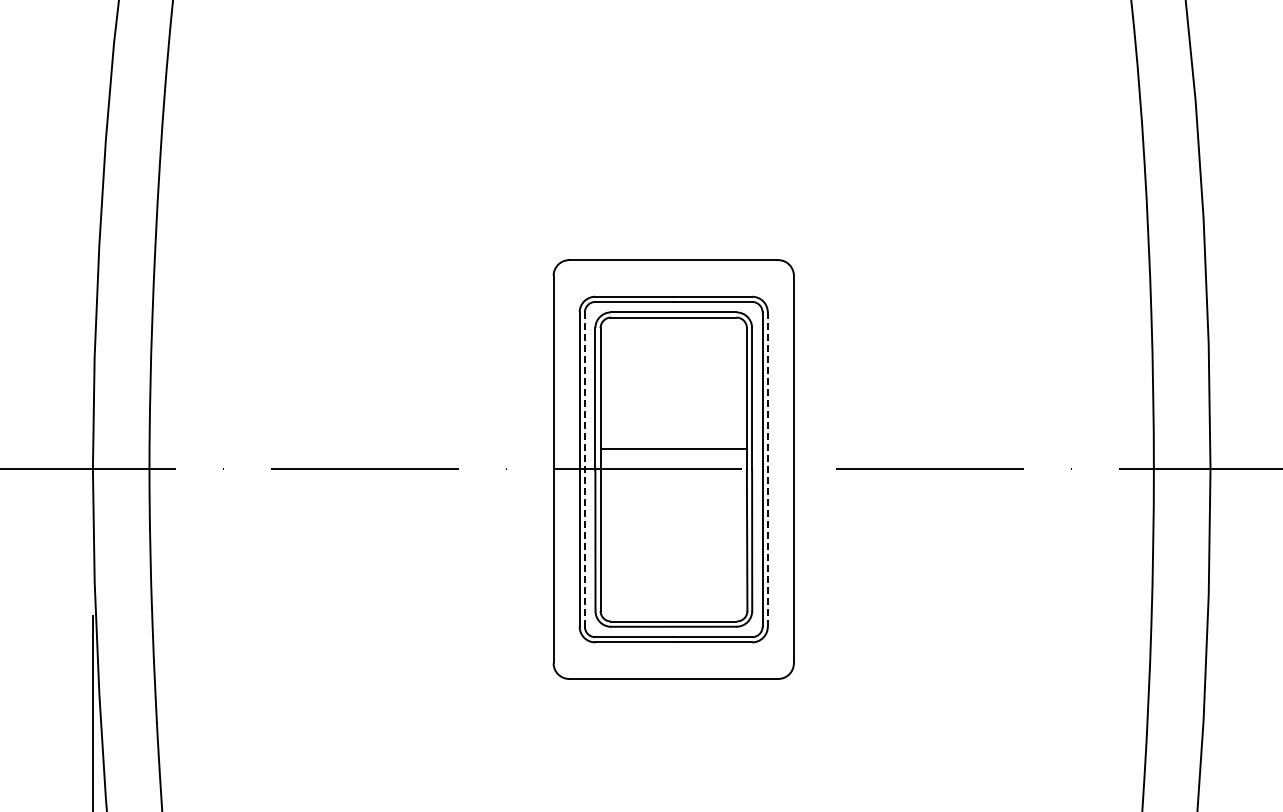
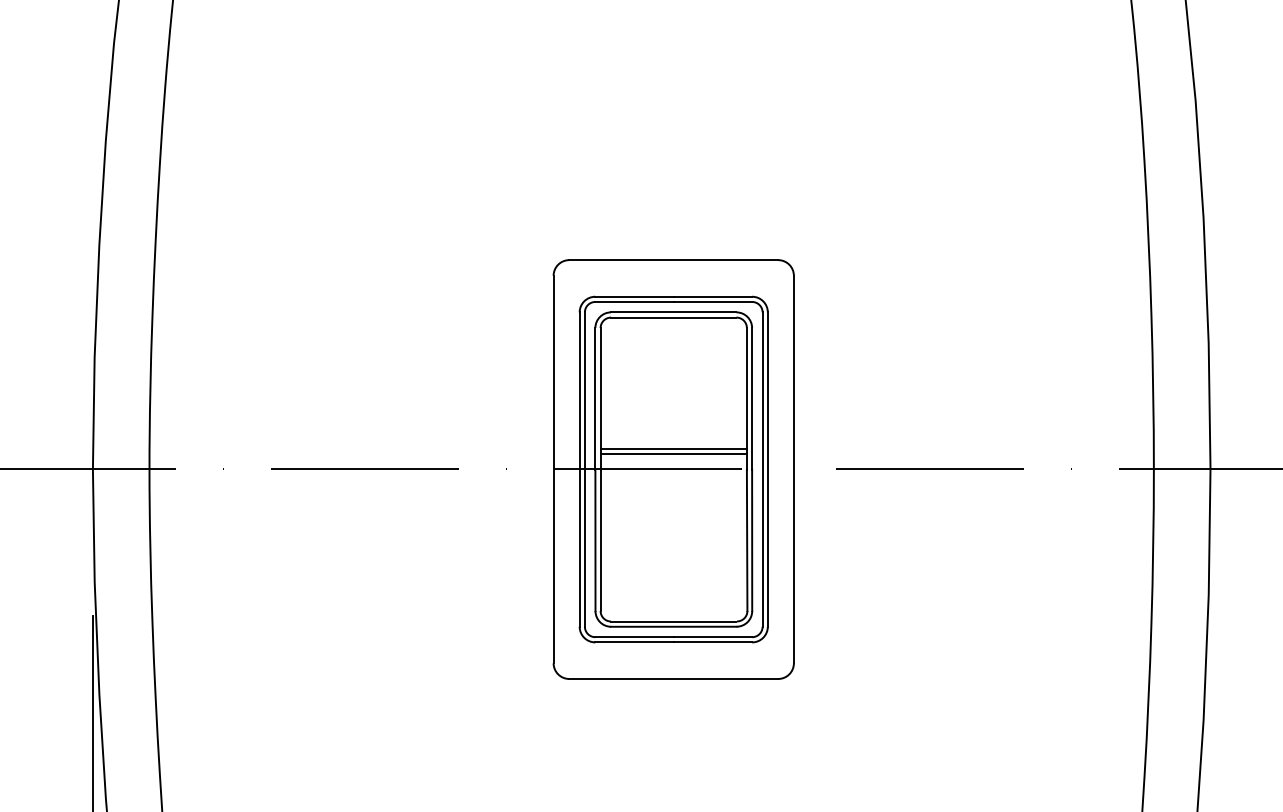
line at (673, 454): none -> present
line at (584, 470): dashed -> solid
line at (767, 470): dashed -> solid
